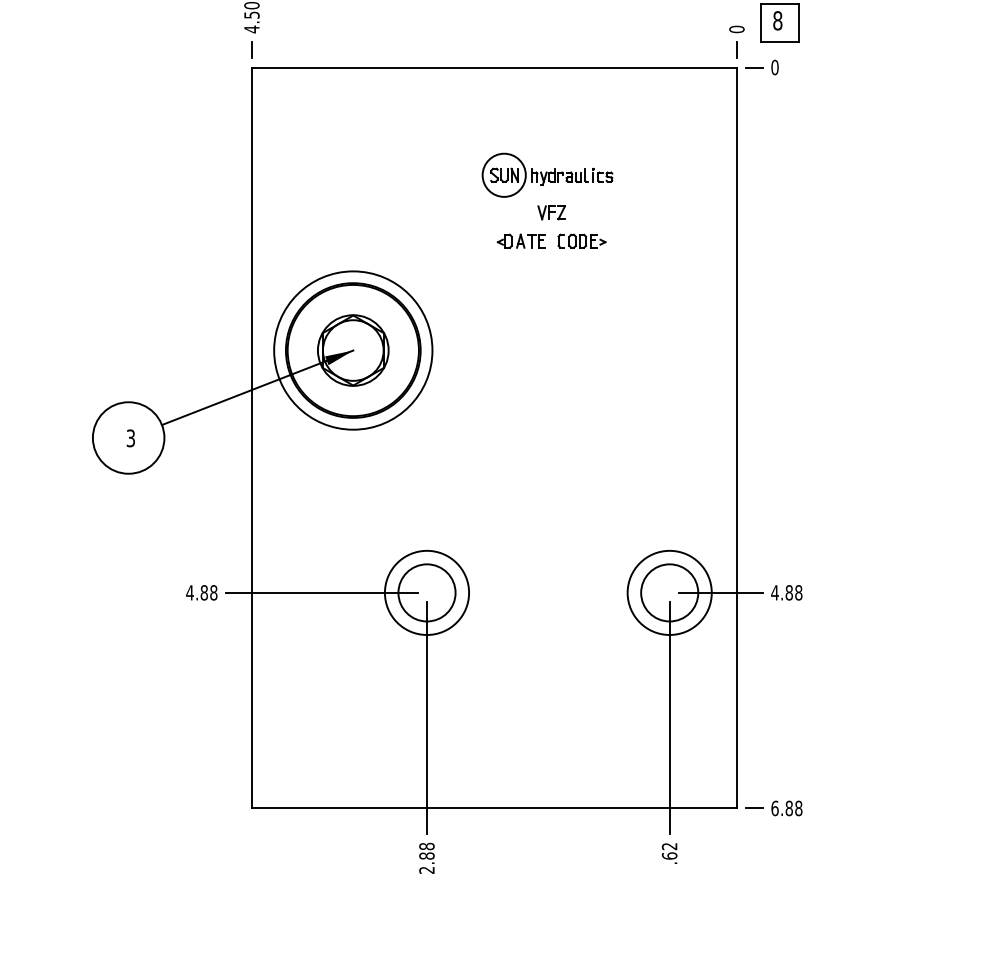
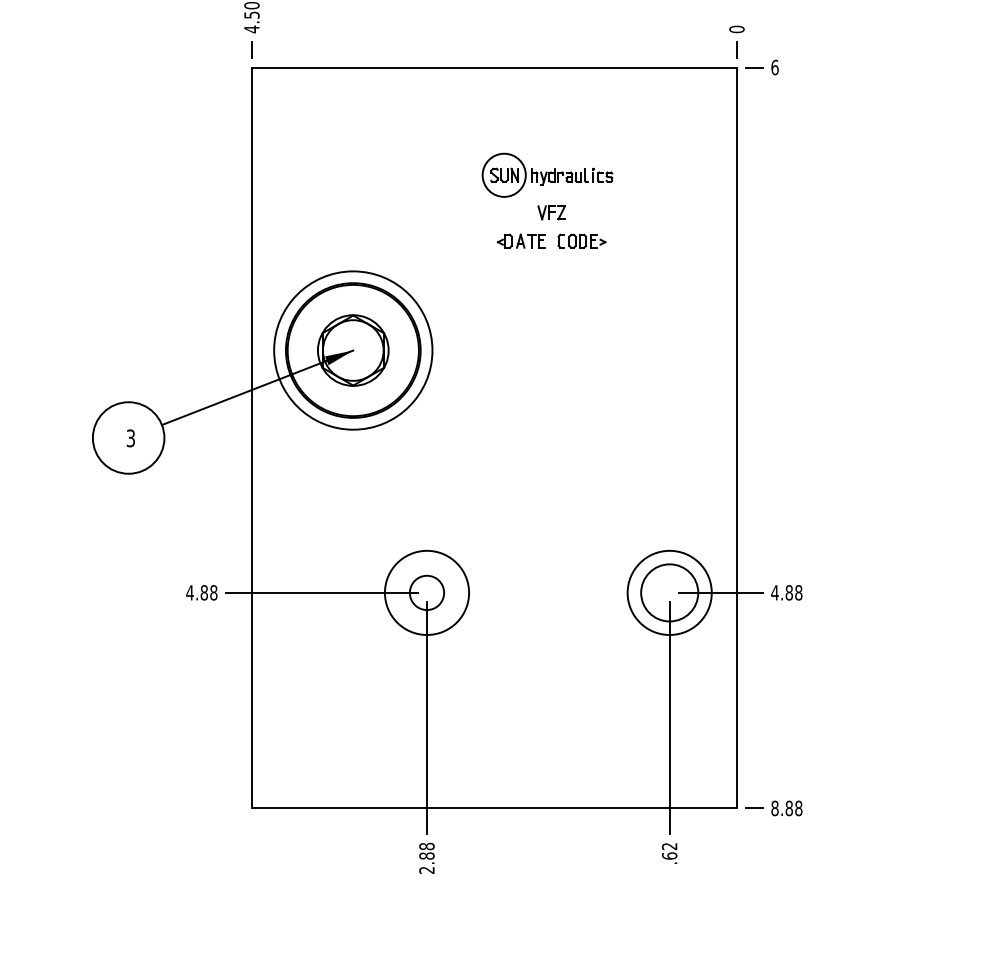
part at (779, 22): present -> none
text at (774, 66): 0 -> 6
circle at (426, 592) diameter: 57 px -> 34 px
text at (774, 807): 6.88 -> 8.88
